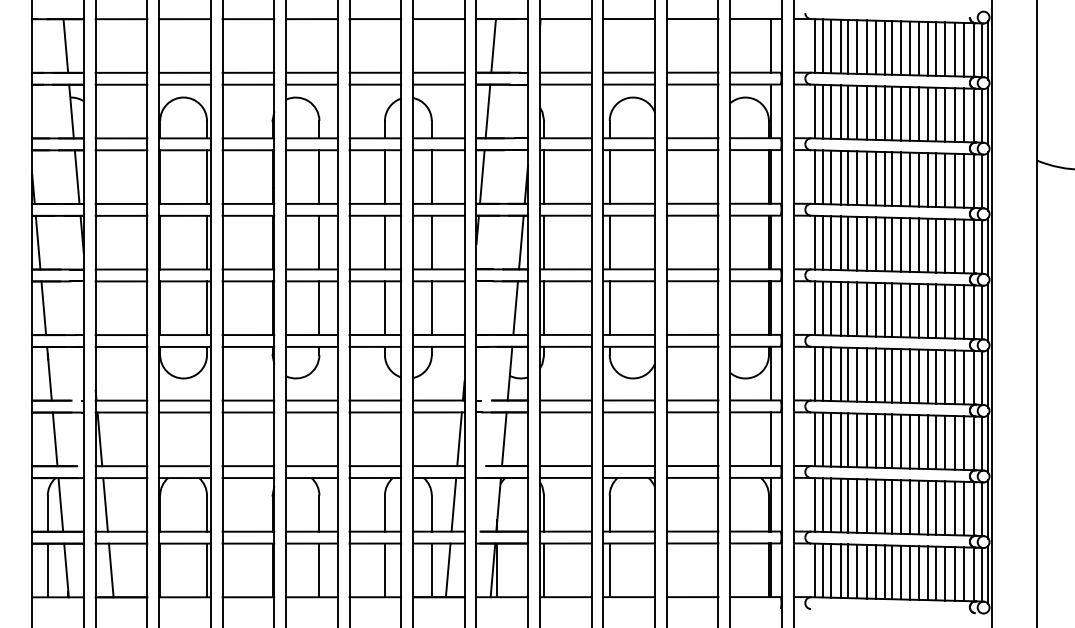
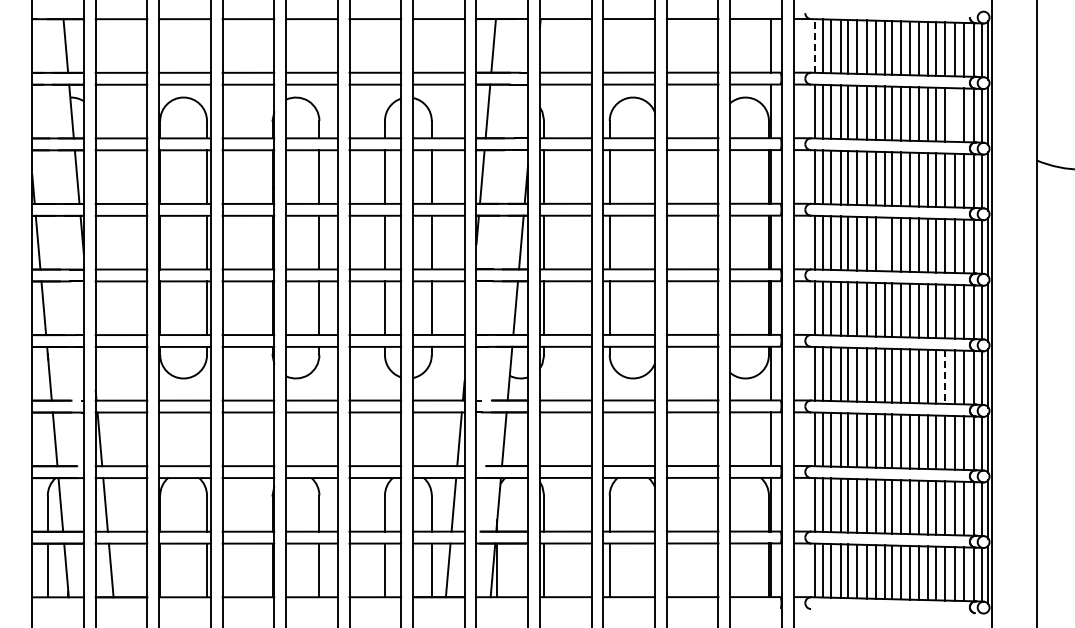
line at (815, 46): solid -> dashed
line at (954, 114): present -> none
line at (884, 244): present -> none
line at (945, 377): solid -> dashed
